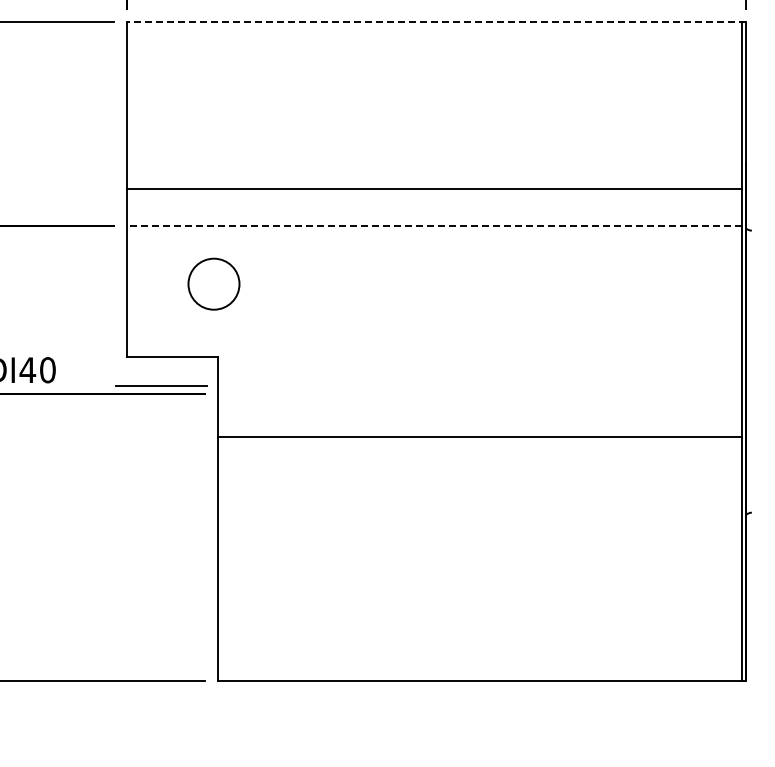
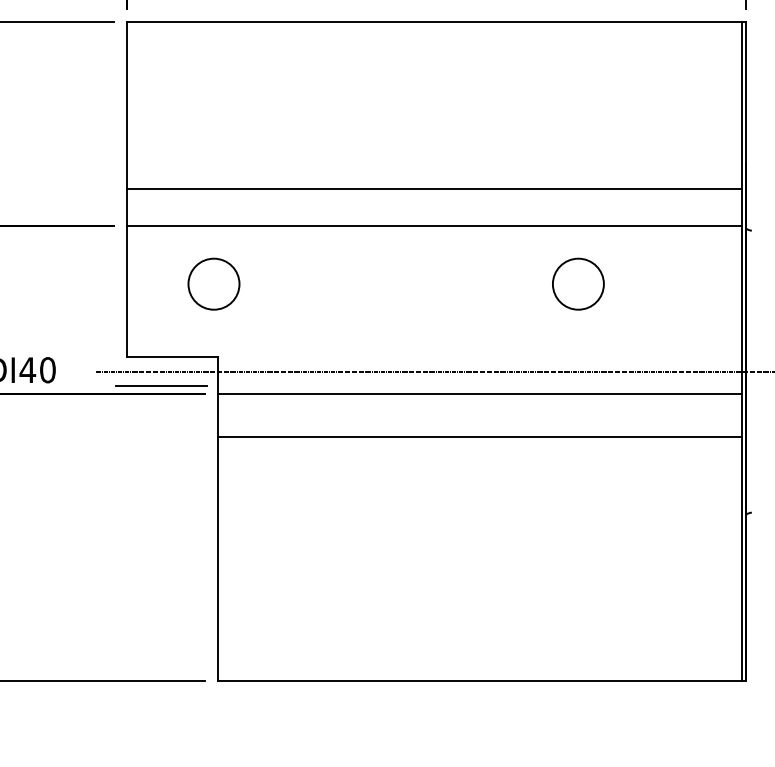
line at (436, 21): dashed -> solid
line at (434, 225): dashed -> solid
circle at (578, 283): none -> present
line at (433, 371): none -> present
line at (479, 393): none -> present
